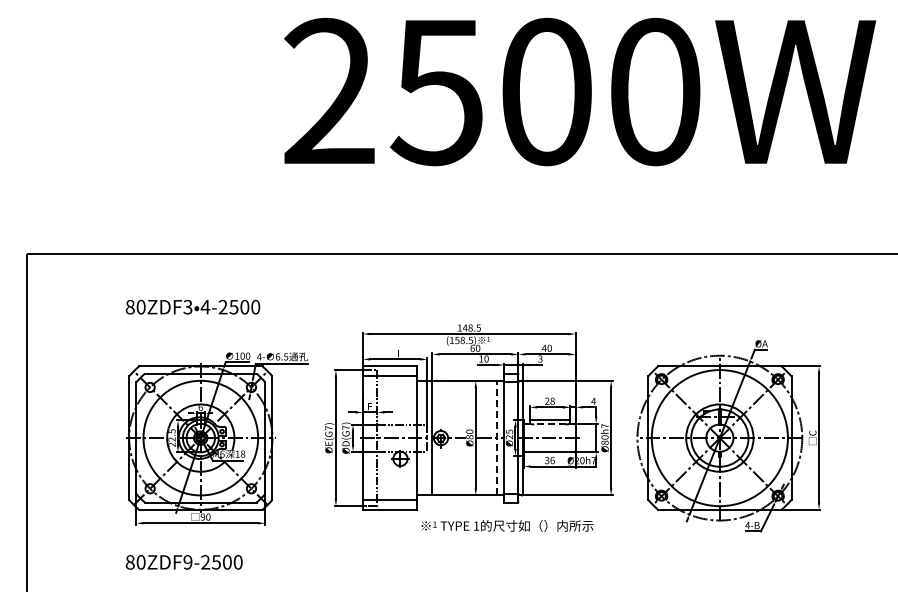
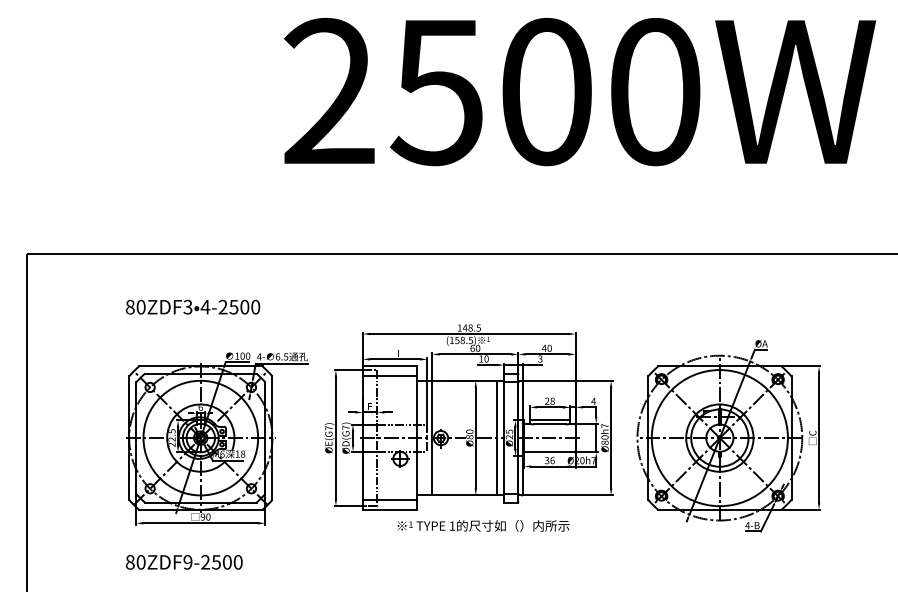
line at (549, 424): dashed -> solid
line at (496, 437): dashed -> solid
text at (507, 525) position: (507, 525) -> (483, 525)
